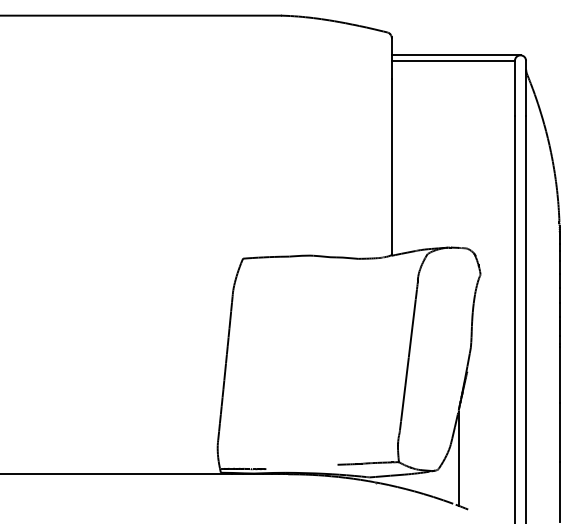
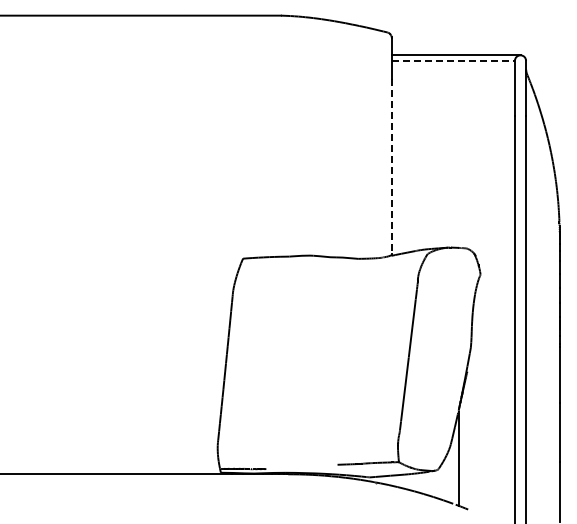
line at (453, 60): solid -> dashed
line at (391, 166): solid -> dashed
